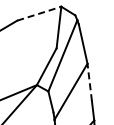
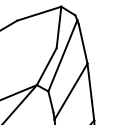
line at (38, 13): dashed -> solid
line at (89, 82): dashed -> solid
